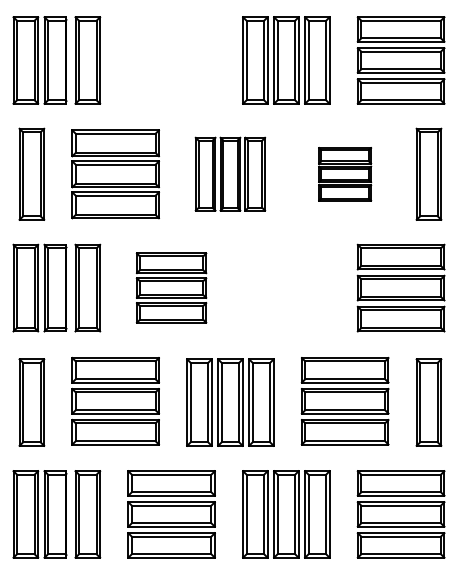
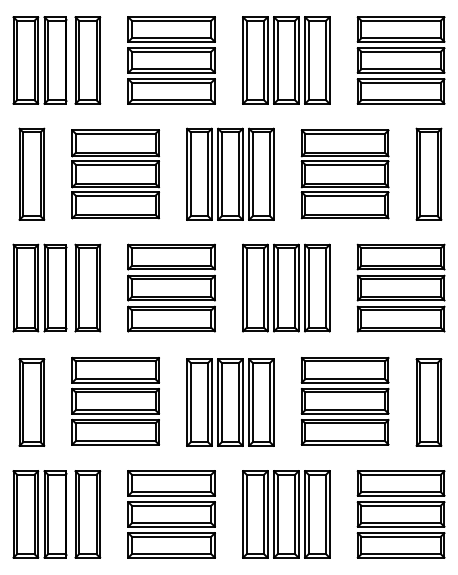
part at (171, 60): none -> present
part at (230, 173) size: 73x76 px -> 89x94 px
part at (345, 174) size: 55x55 px -> 90x91 px
part at (171, 287) size: 73x72 px -> 89x90 px
part at (286, 287): none -> present
